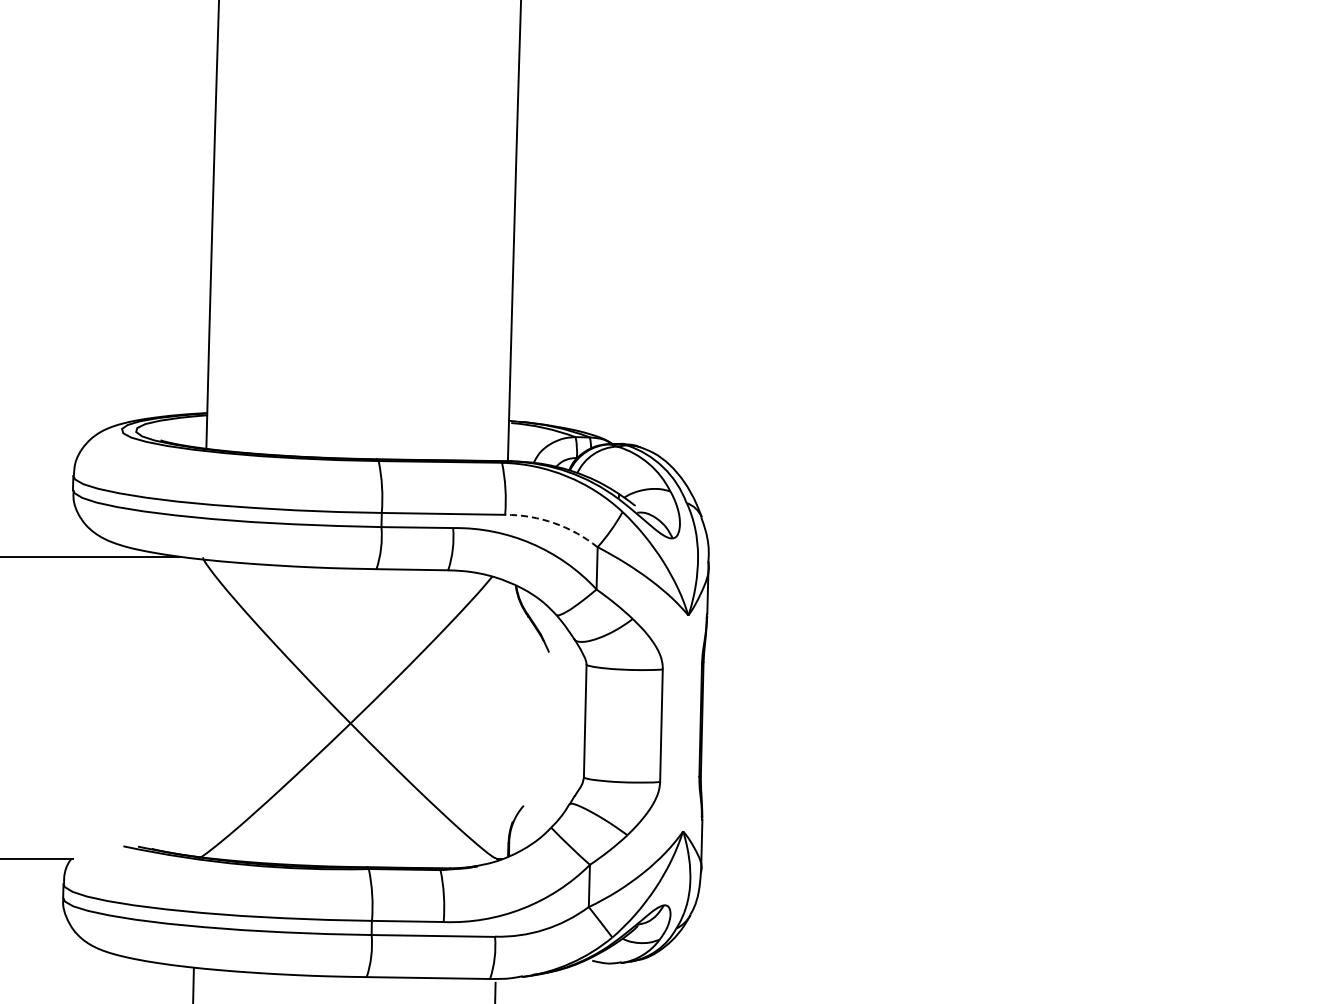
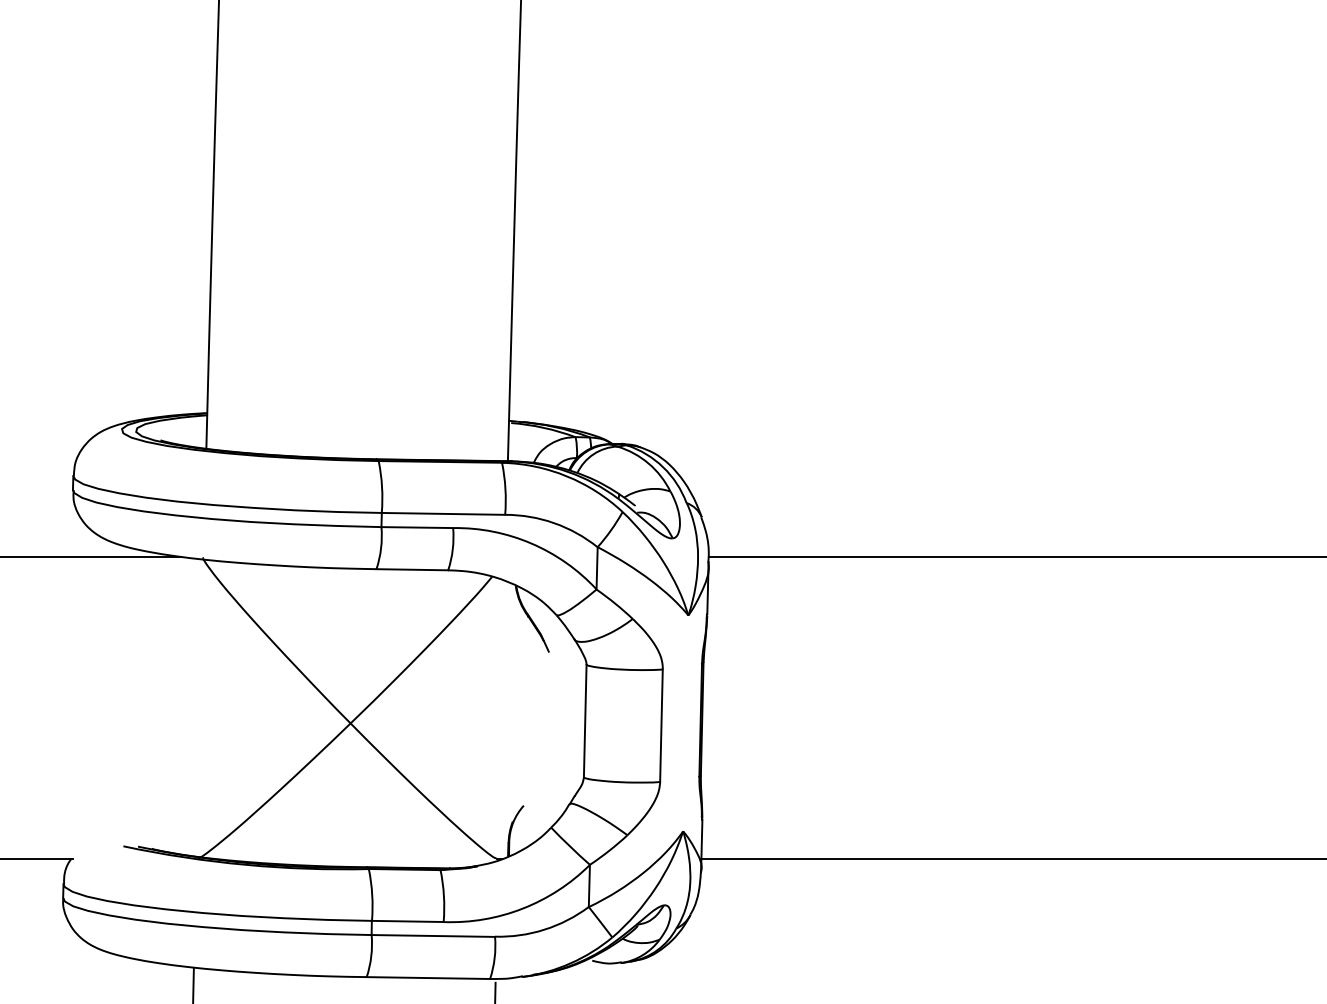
arc at (554, 523): dashed -> solid
line at (1015, 556): none -> present
line at (1012, 858): none -> present
